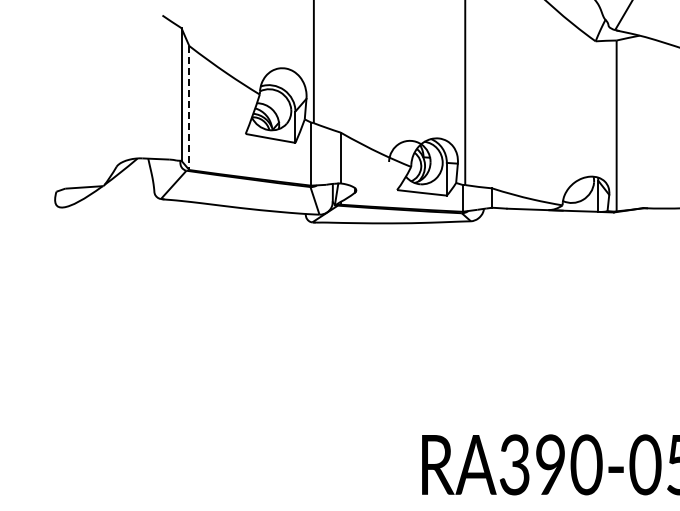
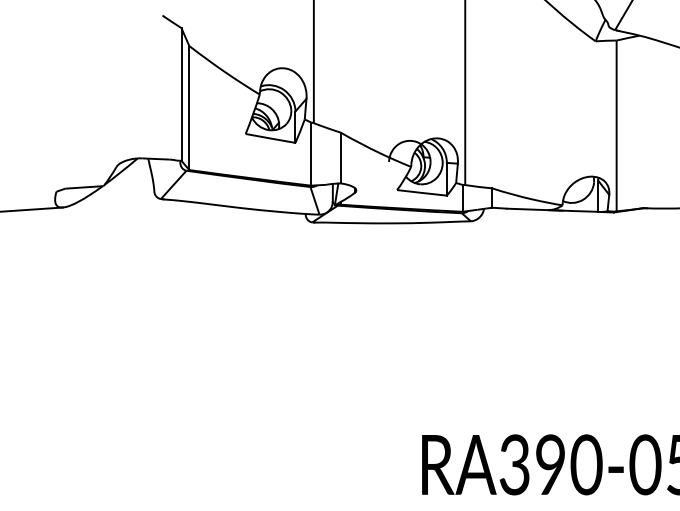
line at (189, 108): dashed -> solid
line at (32, 209): none -> present
